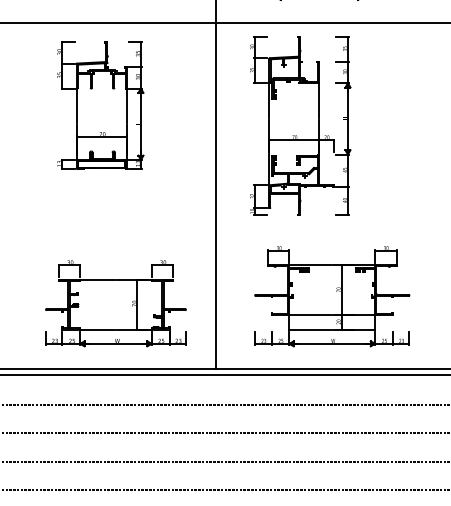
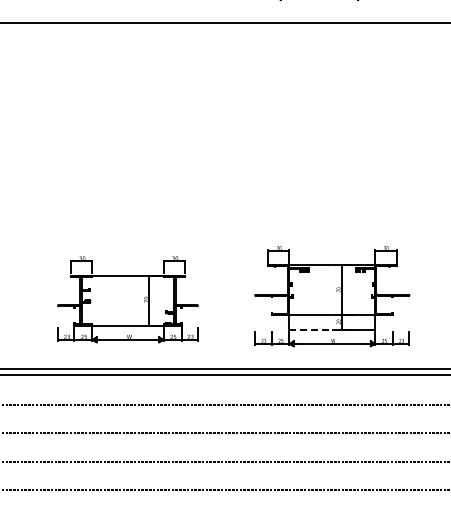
part at (100, 105): present -> none
part at (300, 125): present -> none
line at (215, 185): present -> none
part at (115, 303) position: (115, 303) -> (127, 299)
line at (310, 329): solid -> dashed
